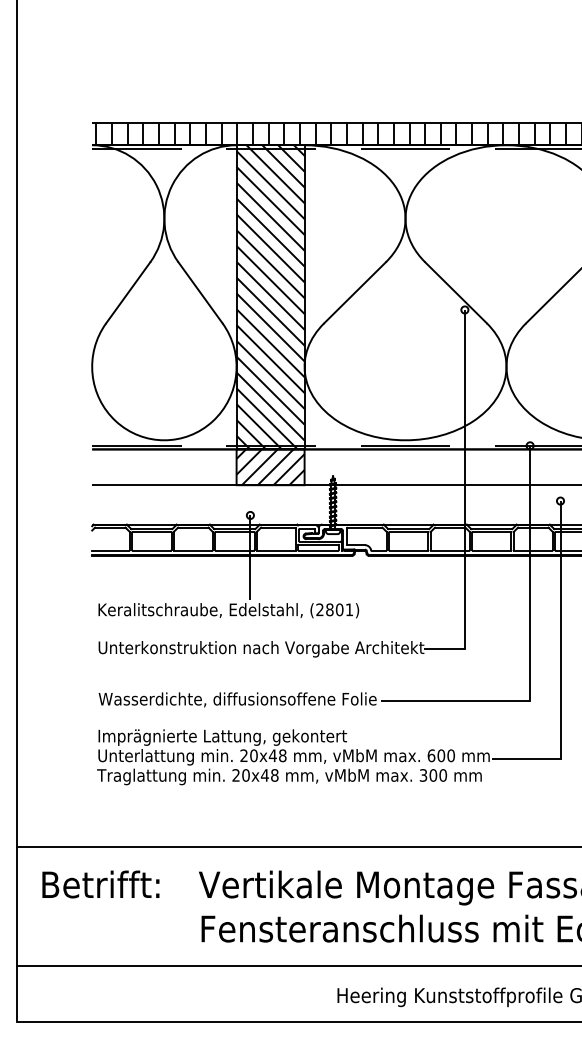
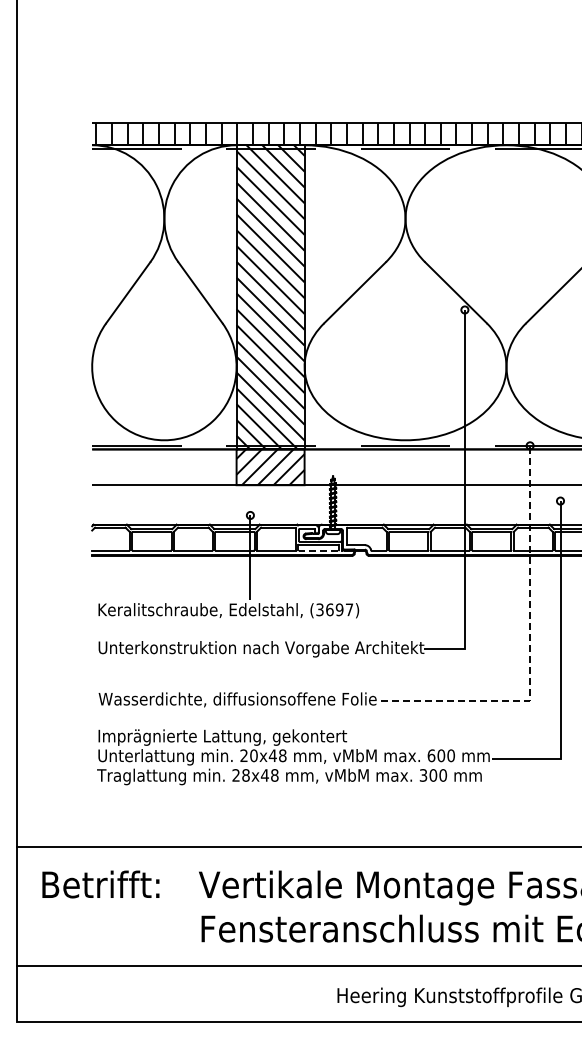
line at (318, 550): solid -> dashed
text at (334, 609): (2801) -> (3697)
line at (530, 647): solid -> dashed
text at (245, 775): 20x48 -> 28x48
